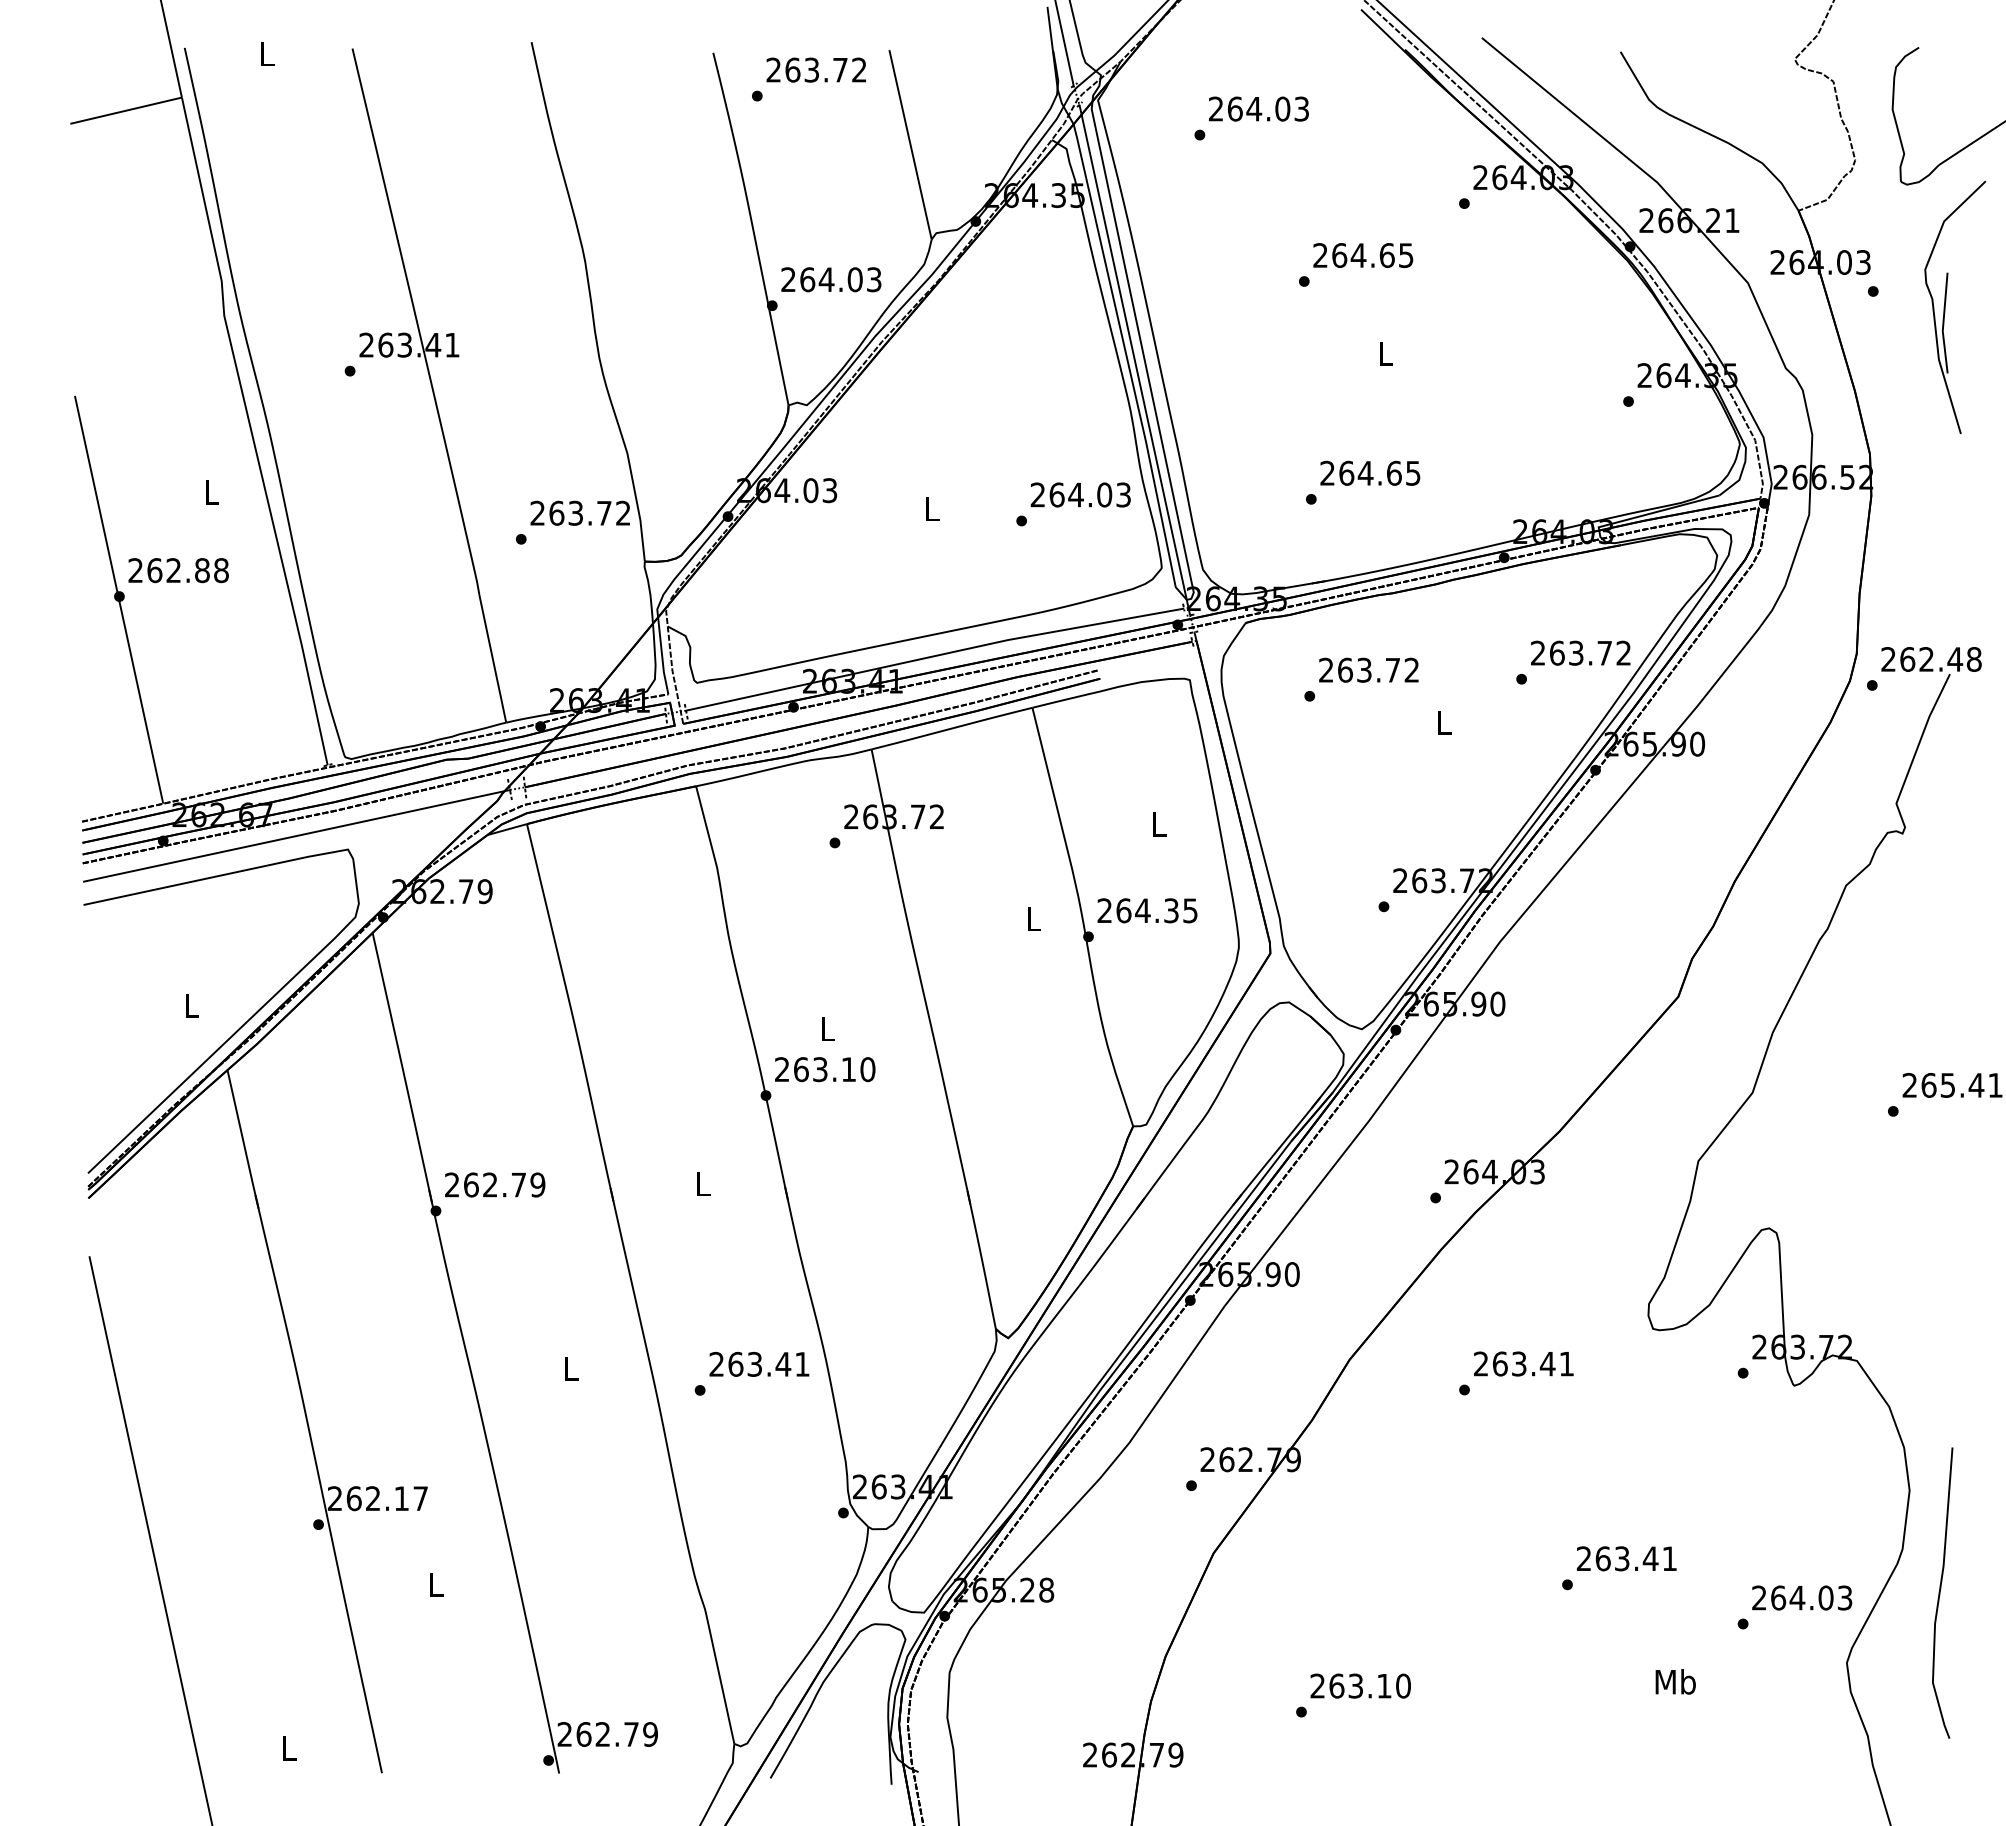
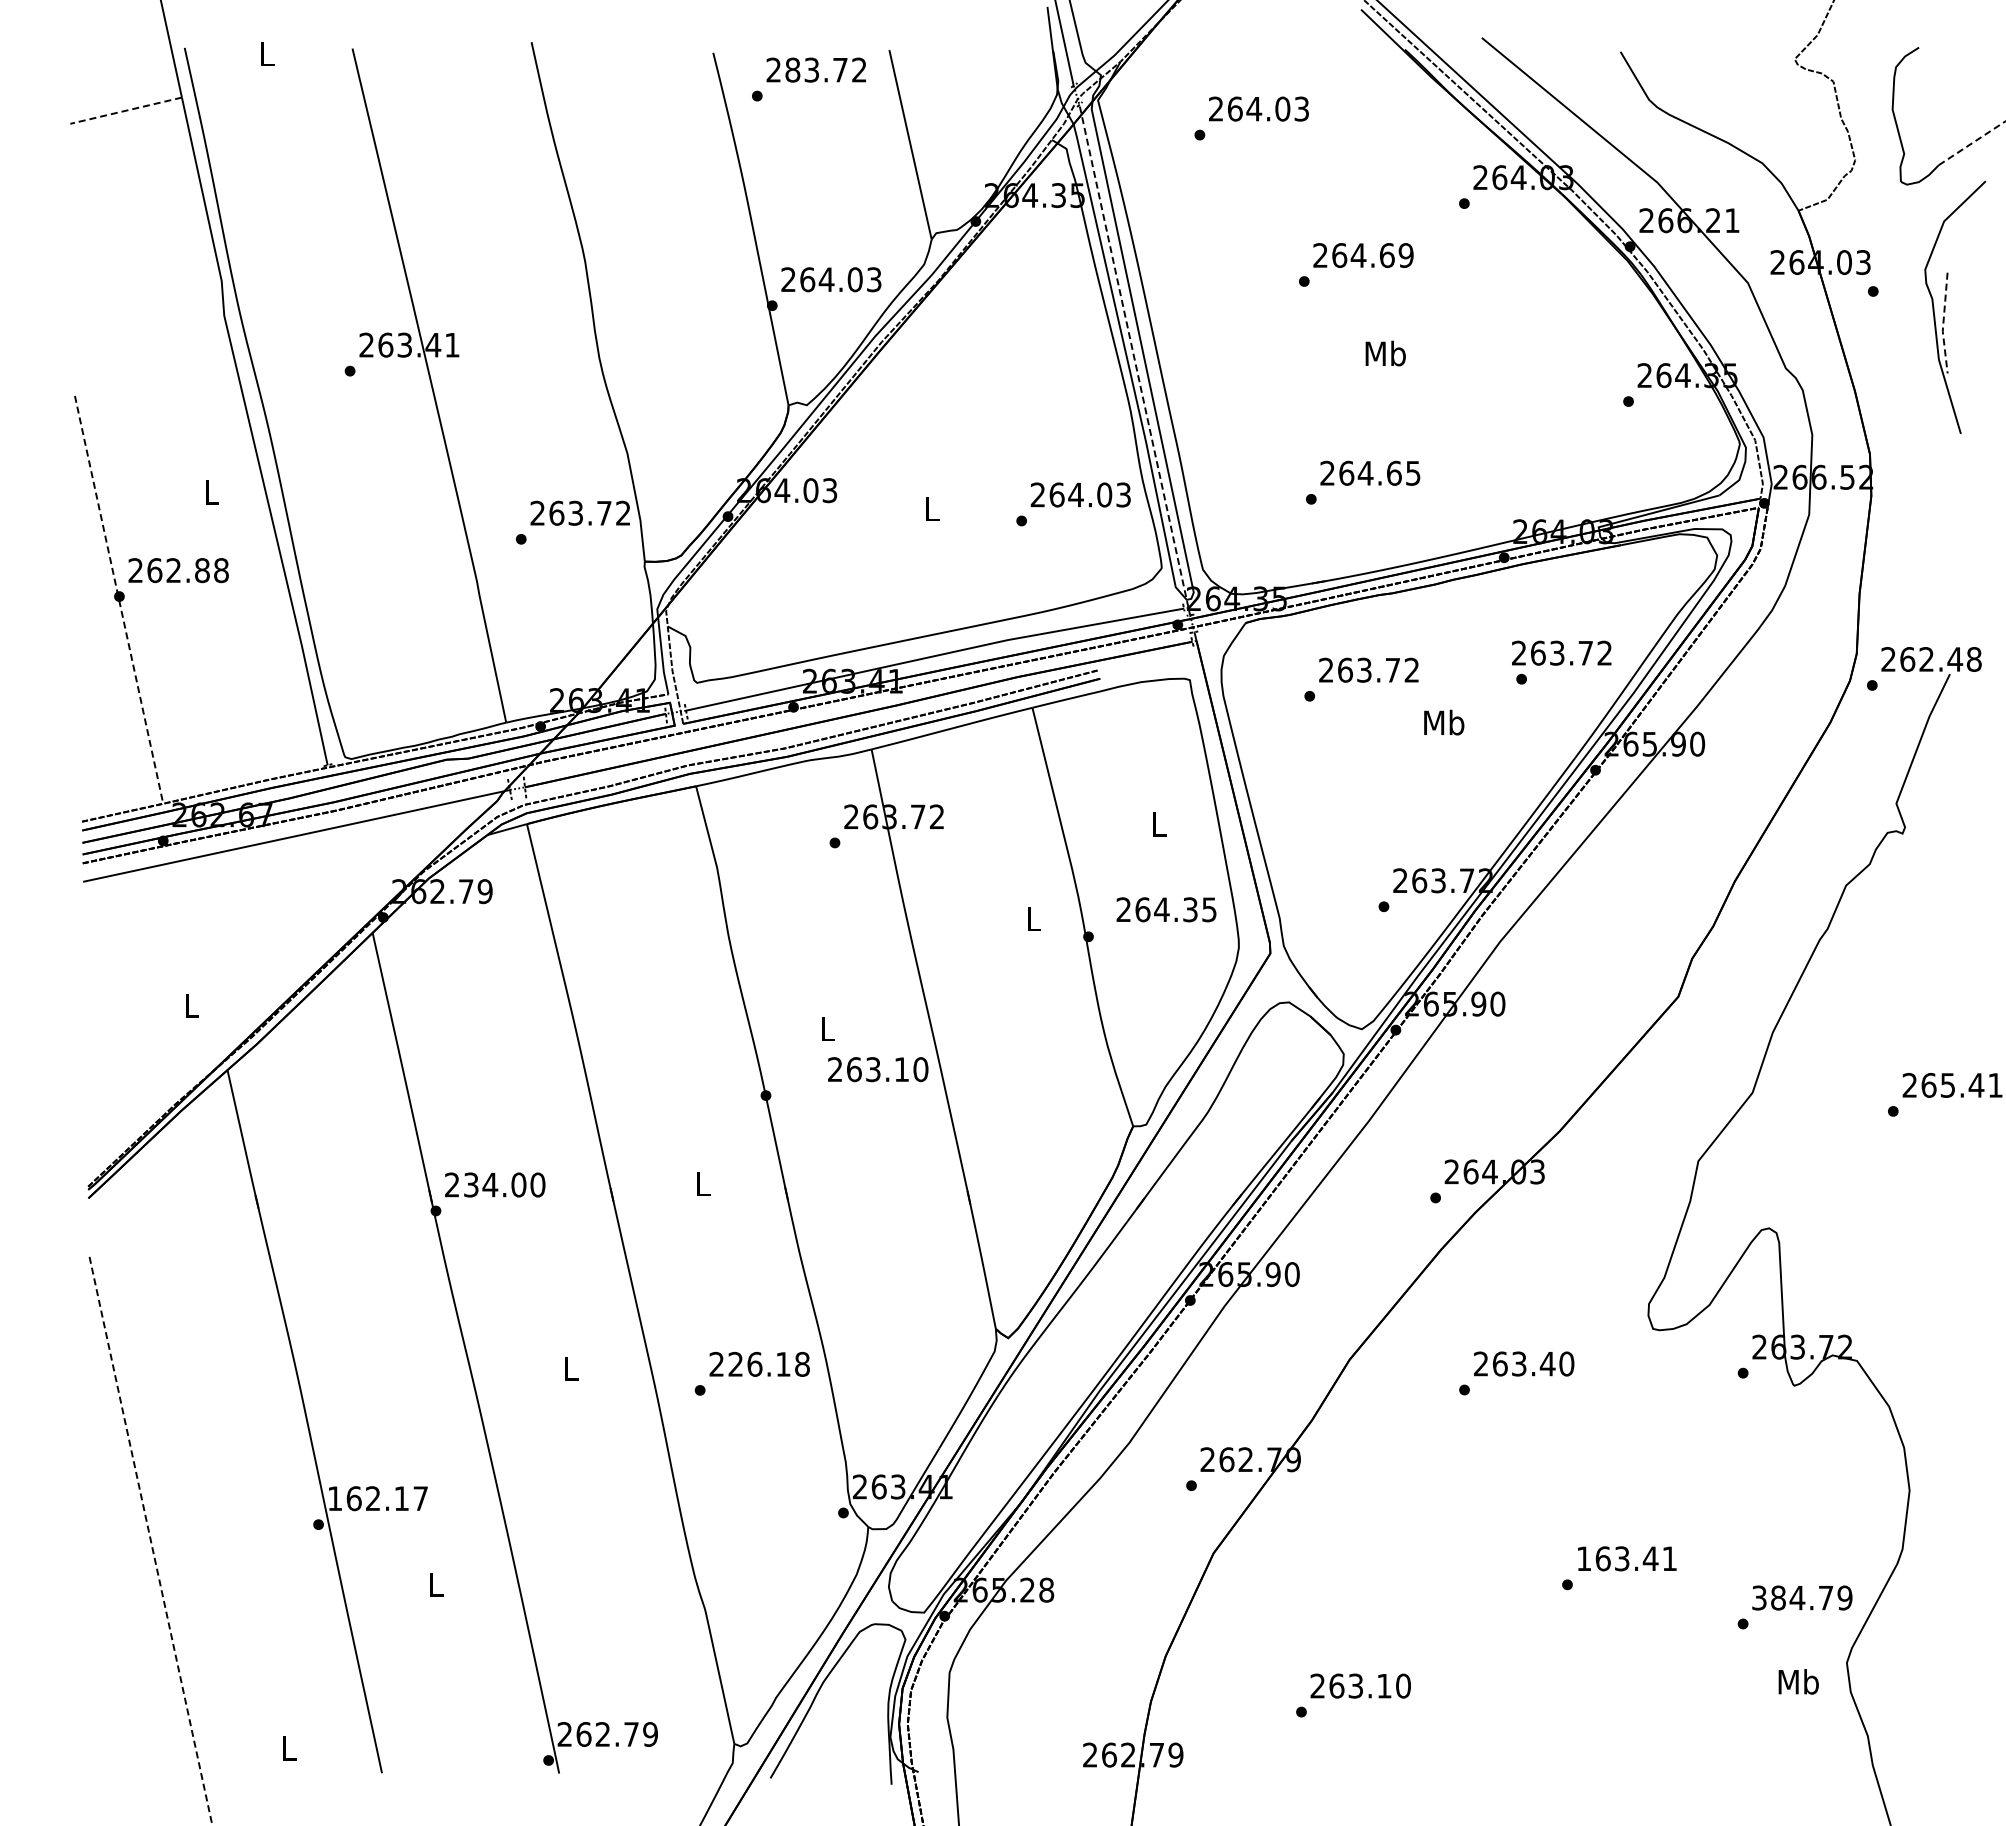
text at (792, 69): 263.72 -> 283.72
line at (125, 110): solid -> dashed
line at (1972, 143): solid -> dashed
text at (1405, 255): 264.65 -> 264.69
line at (1943, 324): solid -> dashed
text at (1385, 353): L -> Mb
line at (1133, 355): solid -> dashed
line at (119, 599): solid -> dashed
text at (1580, 652) position: (1580, 652) -> (1561, 652)
text at (1444, 722): L -> Mb
text at (1147, 910) position: (1147, 910) -> (1166, 909)
curve at (239, 1027): present -> none
text at (825, 1069) position: (825, 1069) -> (878, 1069)
text at (504, 1184): 262.79 -> 234.00
text at (768, 1363): 263.41 -> 226.18
text at (1566, 1363): 263.41 -> 263.40
text at (334, 1498): 262.17 -> 162.17
line at (150, 1540): solid -> dashed
text at (1583, 1558): 263.41 -> 163.41
curve at (1940, 1592): present -> none
text at (1802, 1597): 264.03 -> 384.79
text at (1675, 1681) position: (1675, 1681) -> (1798, 1681)
